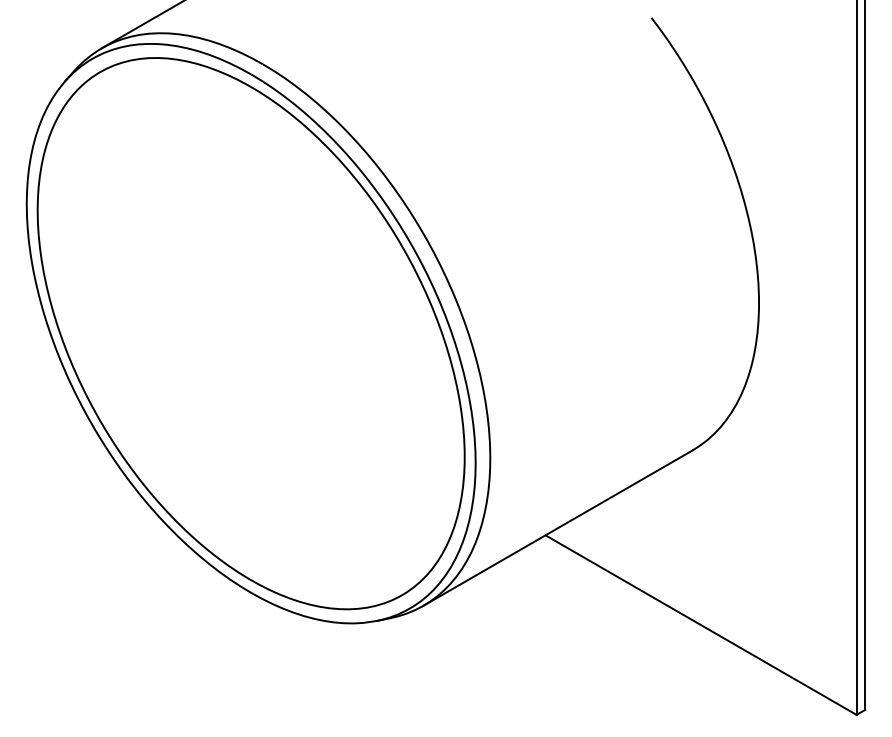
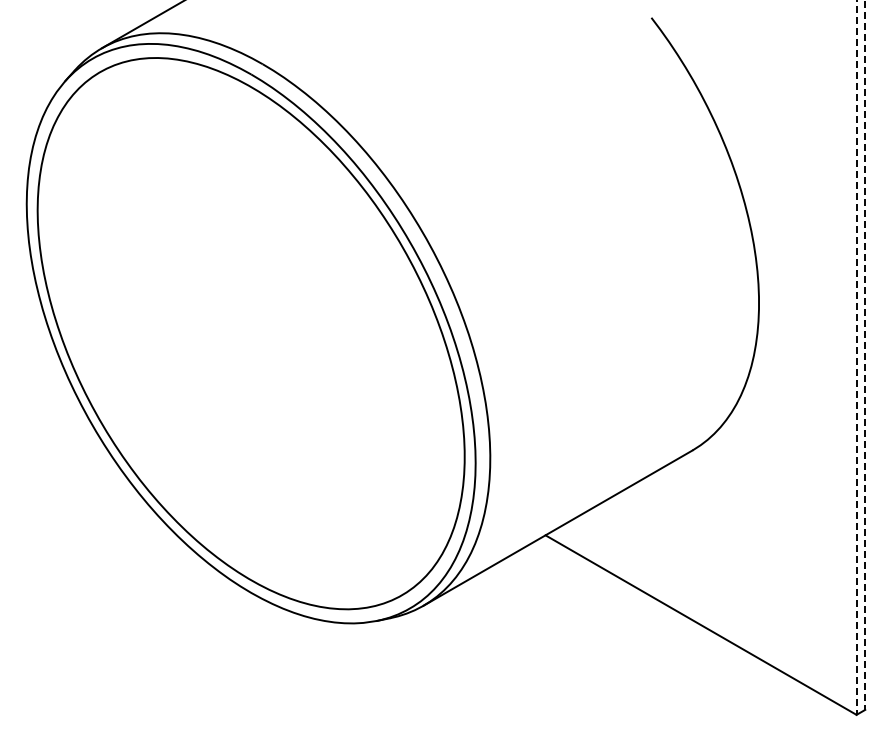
line at (865, 355): solid -> dashed
line at (856, 358): solid -> dashed
